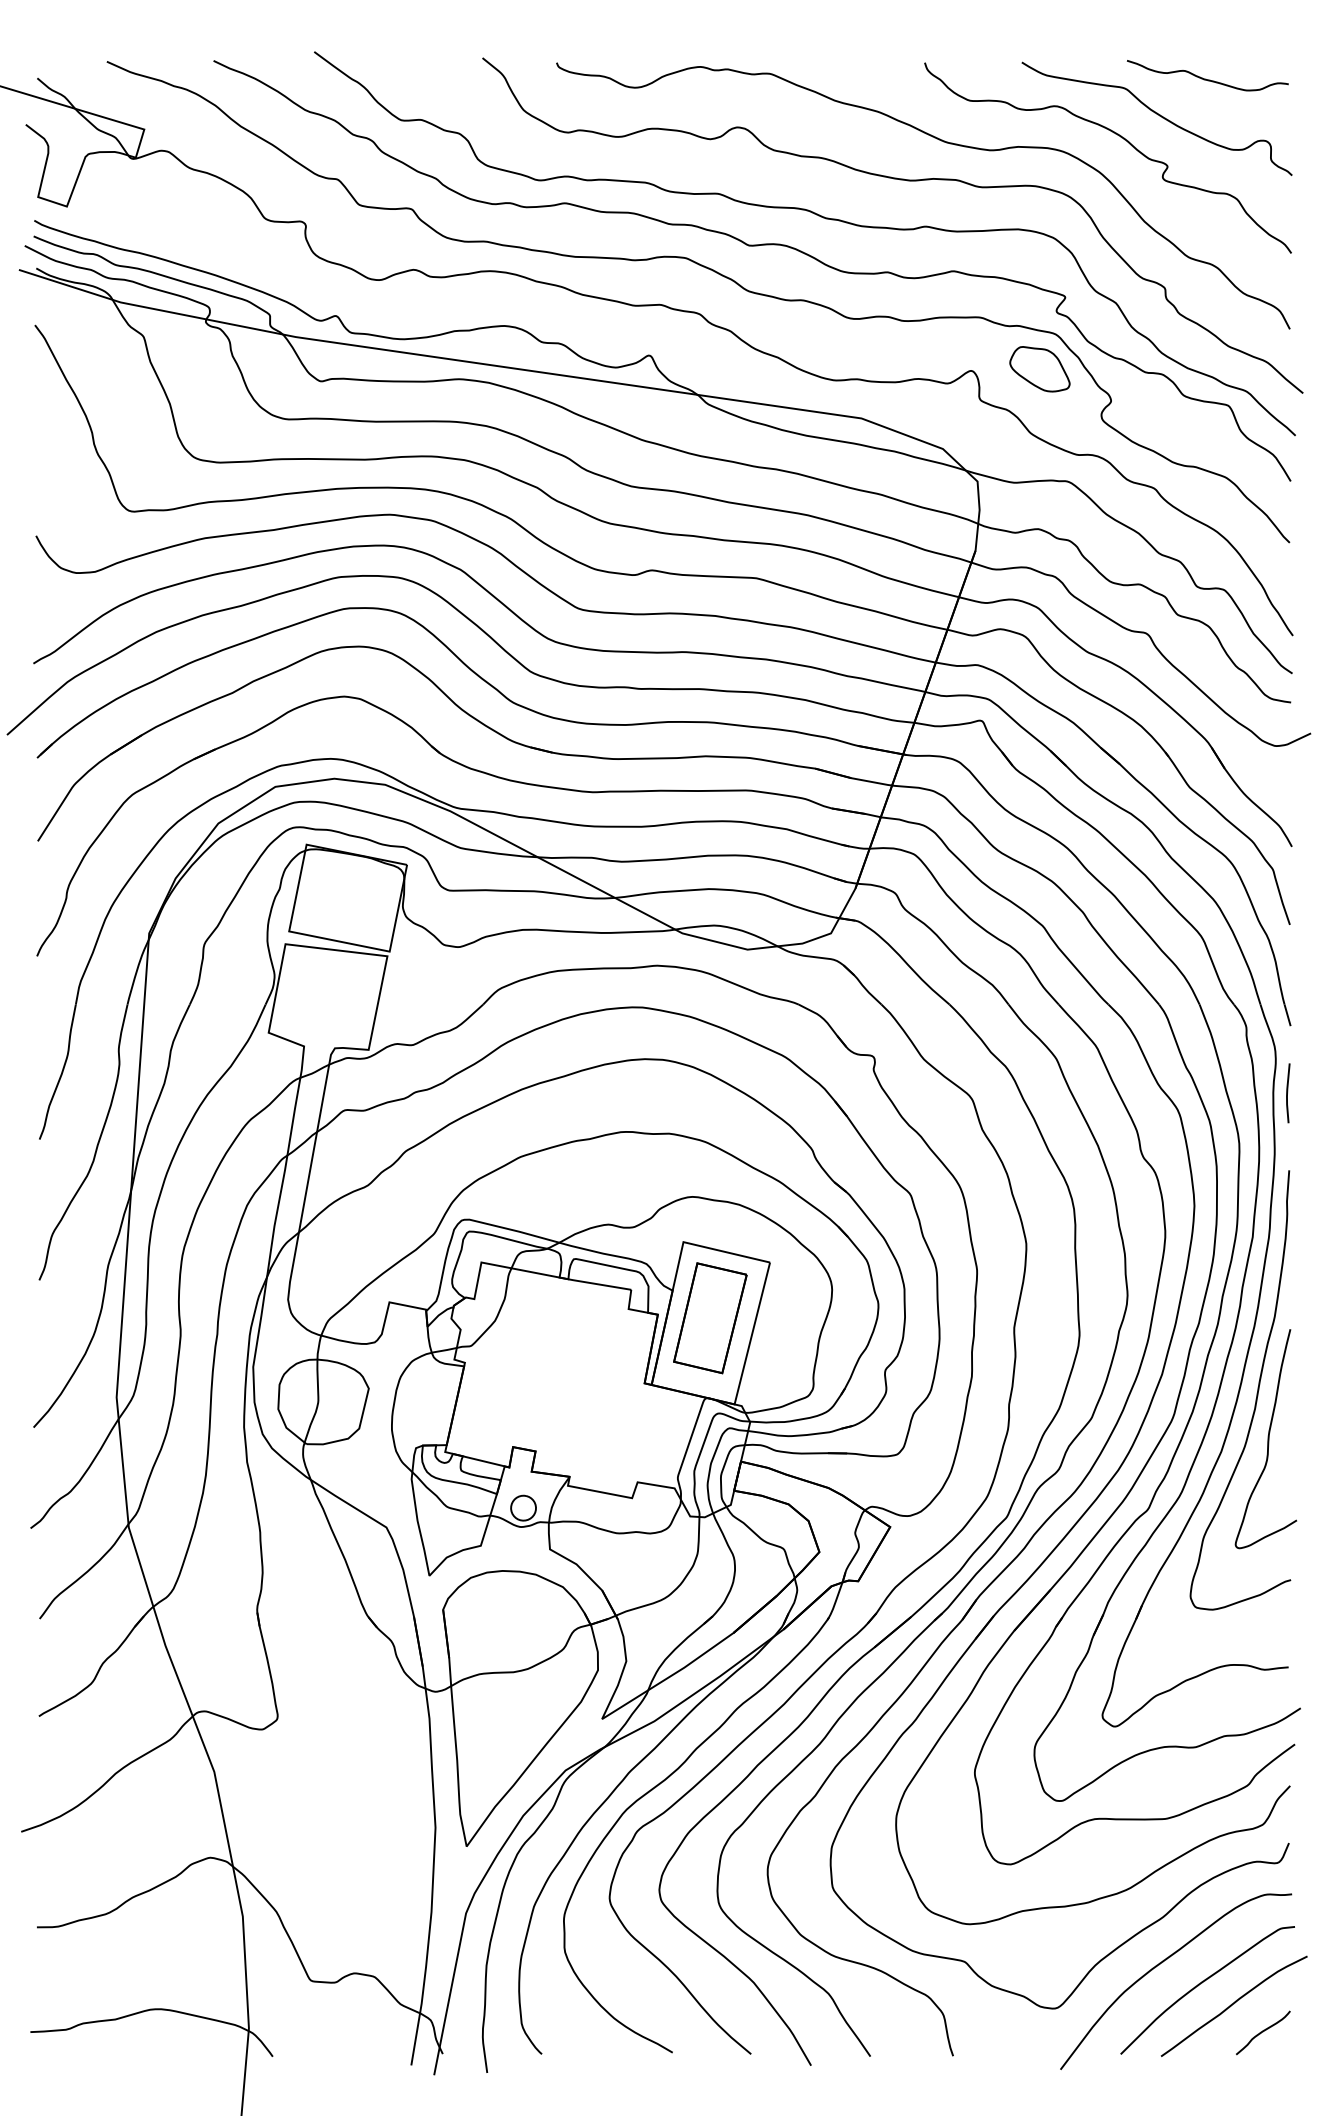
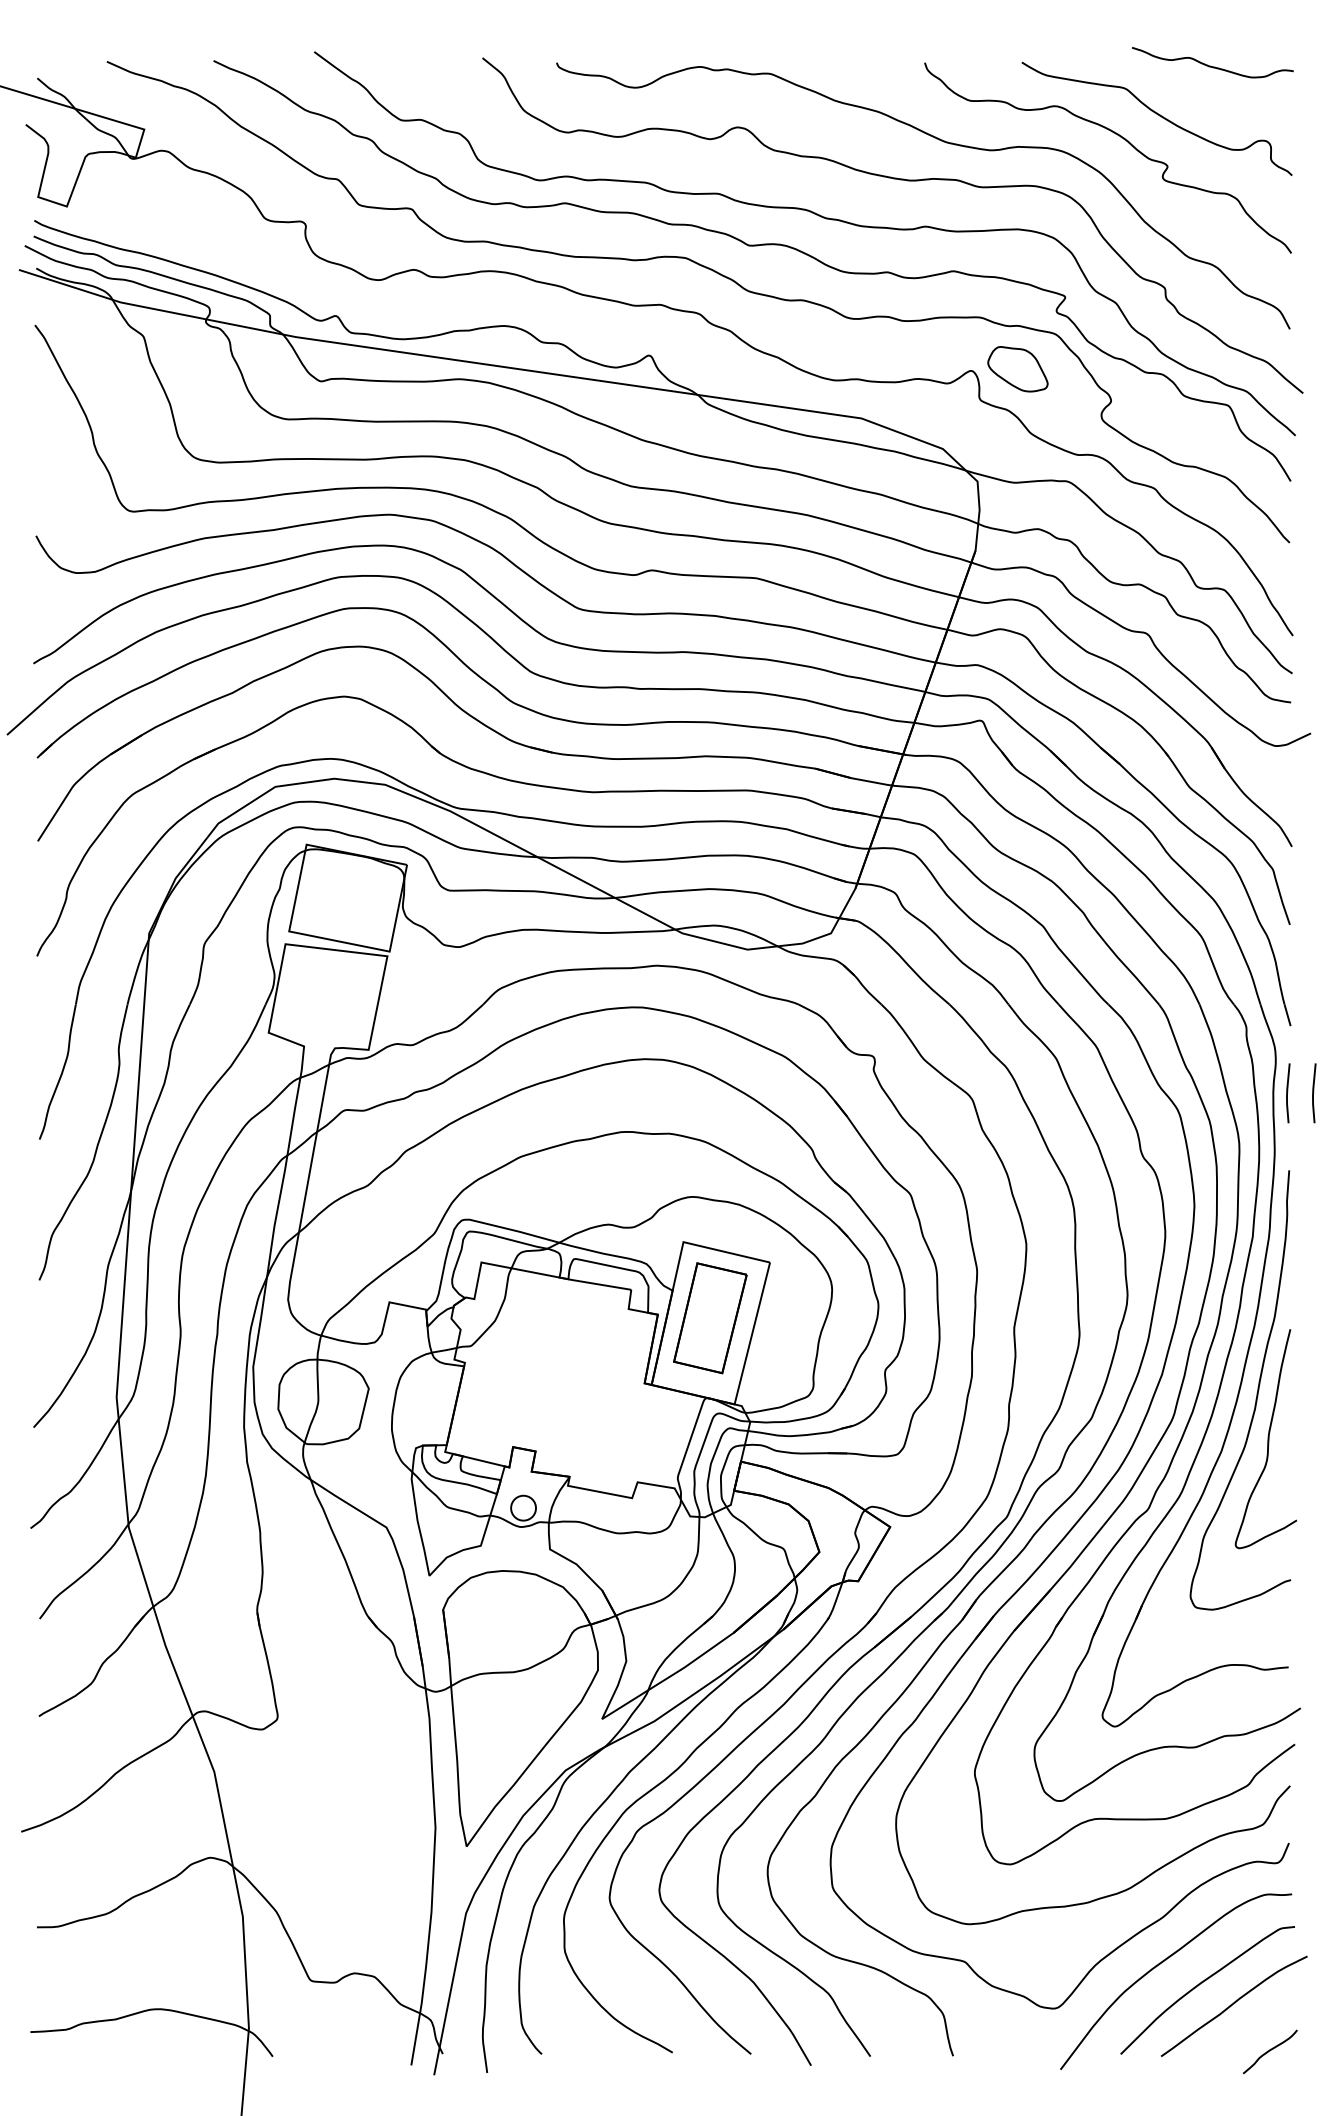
curve at (1205, 78) position: (1205, 78) -> (1210, 65)
part at (1039, 369) position: (1039, 369) -> (1017, 369)
line at (1313, 1093): none -> present
curve at (1263, 2032) position: (1263, 2032) -> (1270, 2051)
